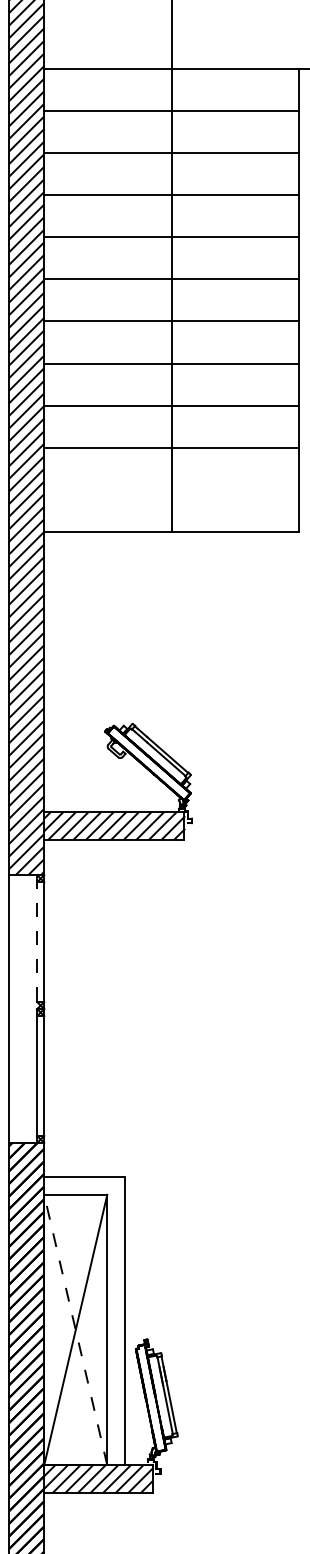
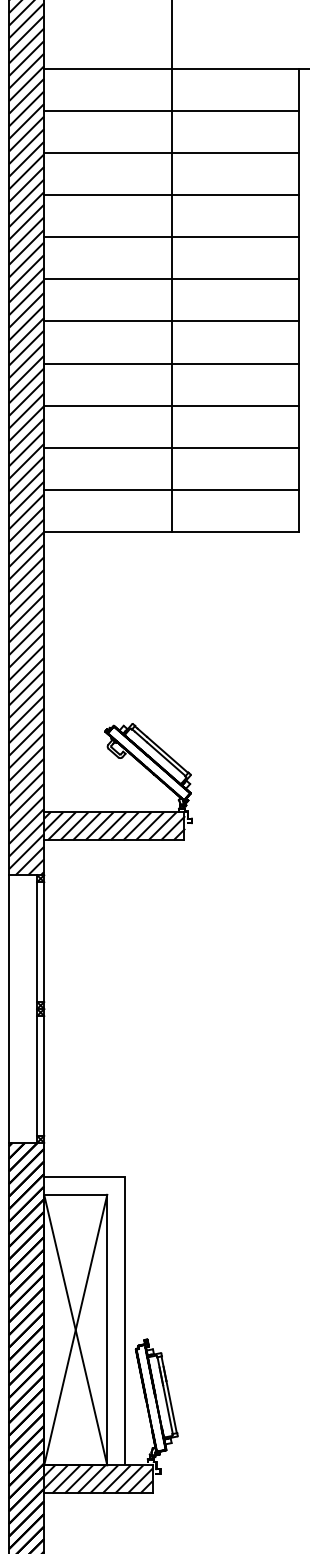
line at (171, 489): none -> present
line at (37, 942): dashed -> solid
line at (75, 1330): dashed -> solid
